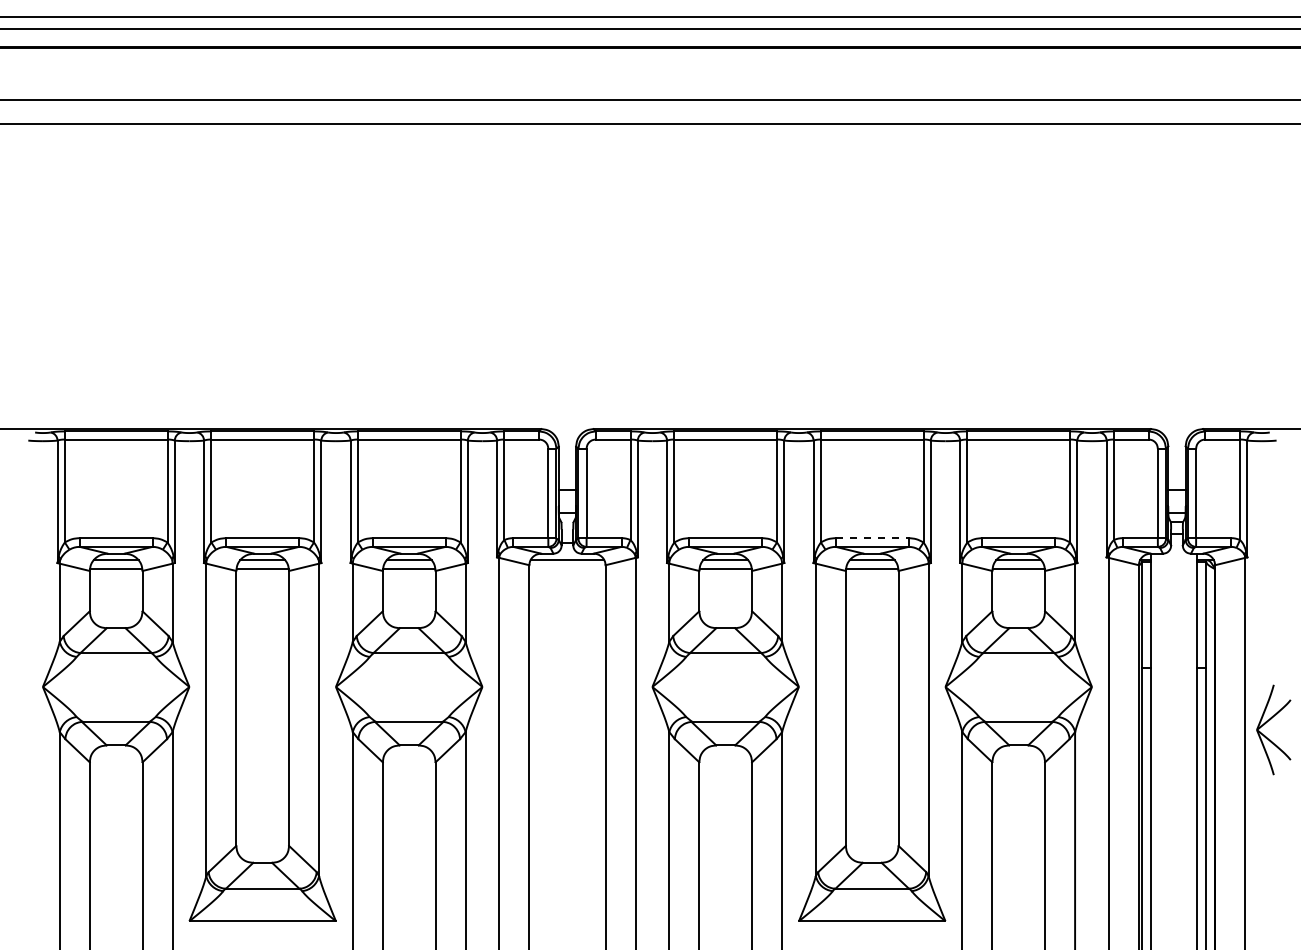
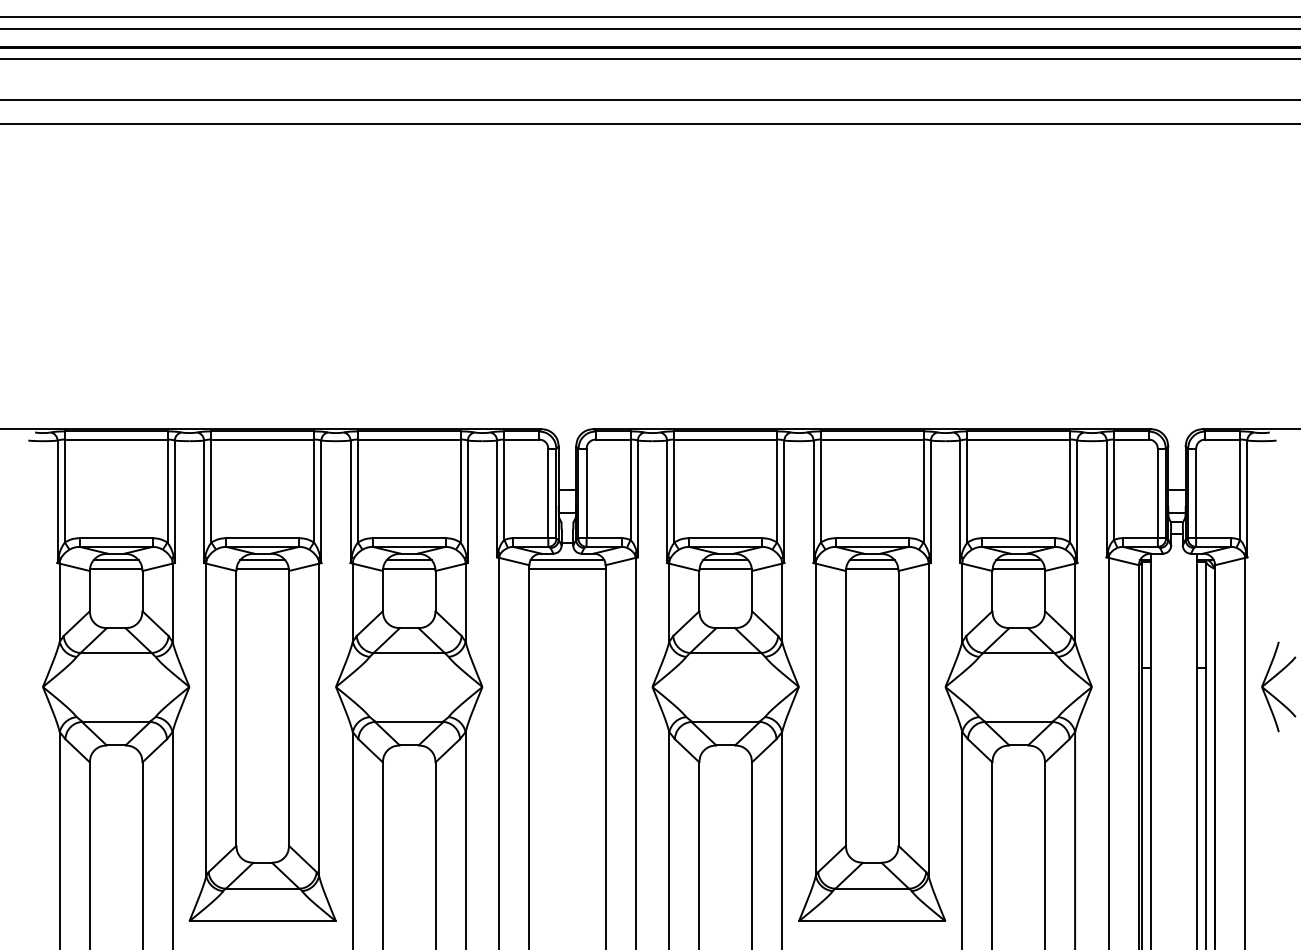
line at (649, 59): none -> present
line at (872, 538): dashed -> solid
line at (567, 569): none -> present
part at (1267, 722) position: (1267, 722) -> (1272, 679)
